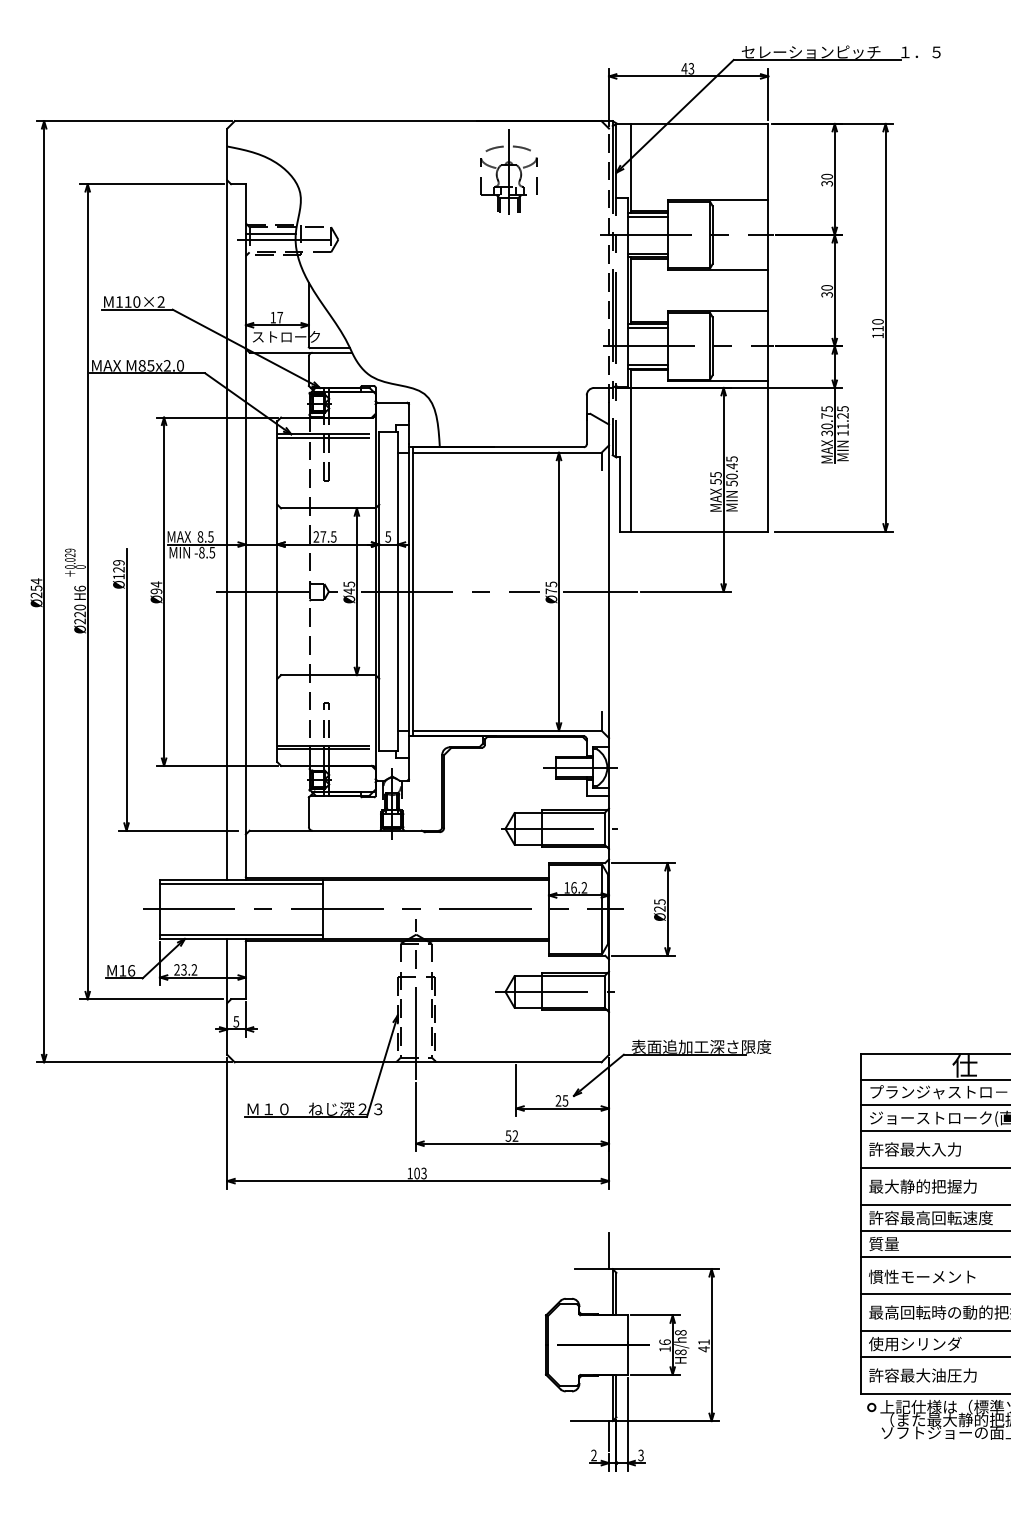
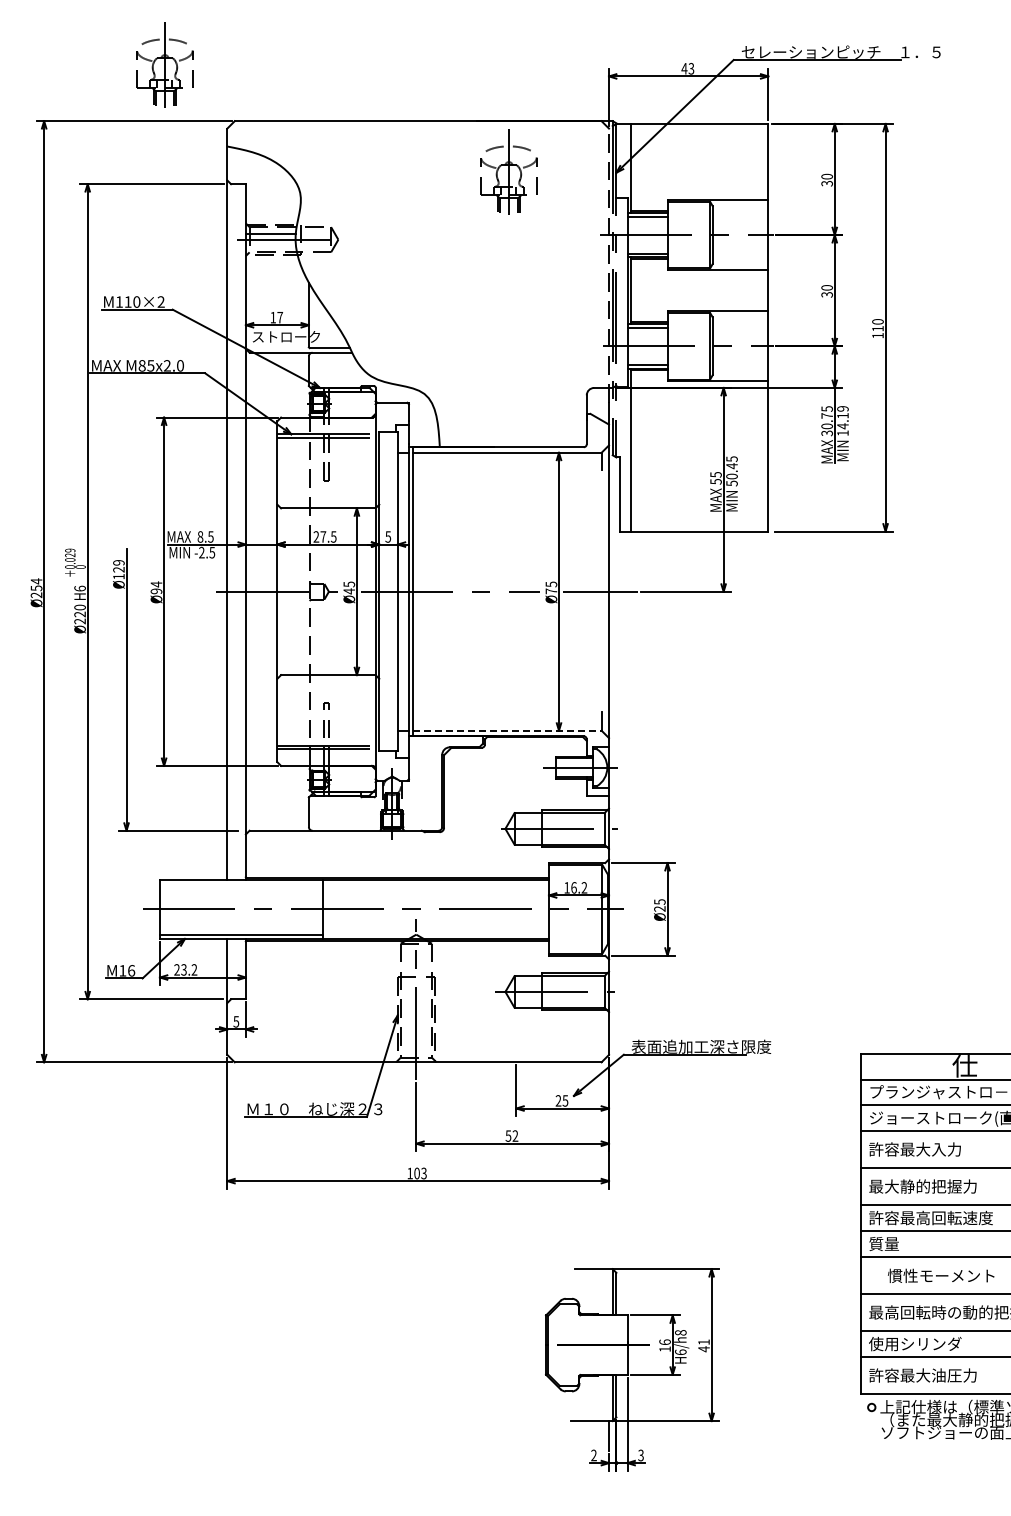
part at (164, 64): none -> present
text at (842, 417): 11.25 -> 14.19
text at (201, 552): -8.5 -> -2.5
line at (507, 730): solid -> dashed
line at (240, 883): present -> none
line at (609, 1250): present -> none
text at (922, 1276) position: (922, 1276) -> (941, 1275)
text at (680, 1352): H8/h8 -> H6/h8
